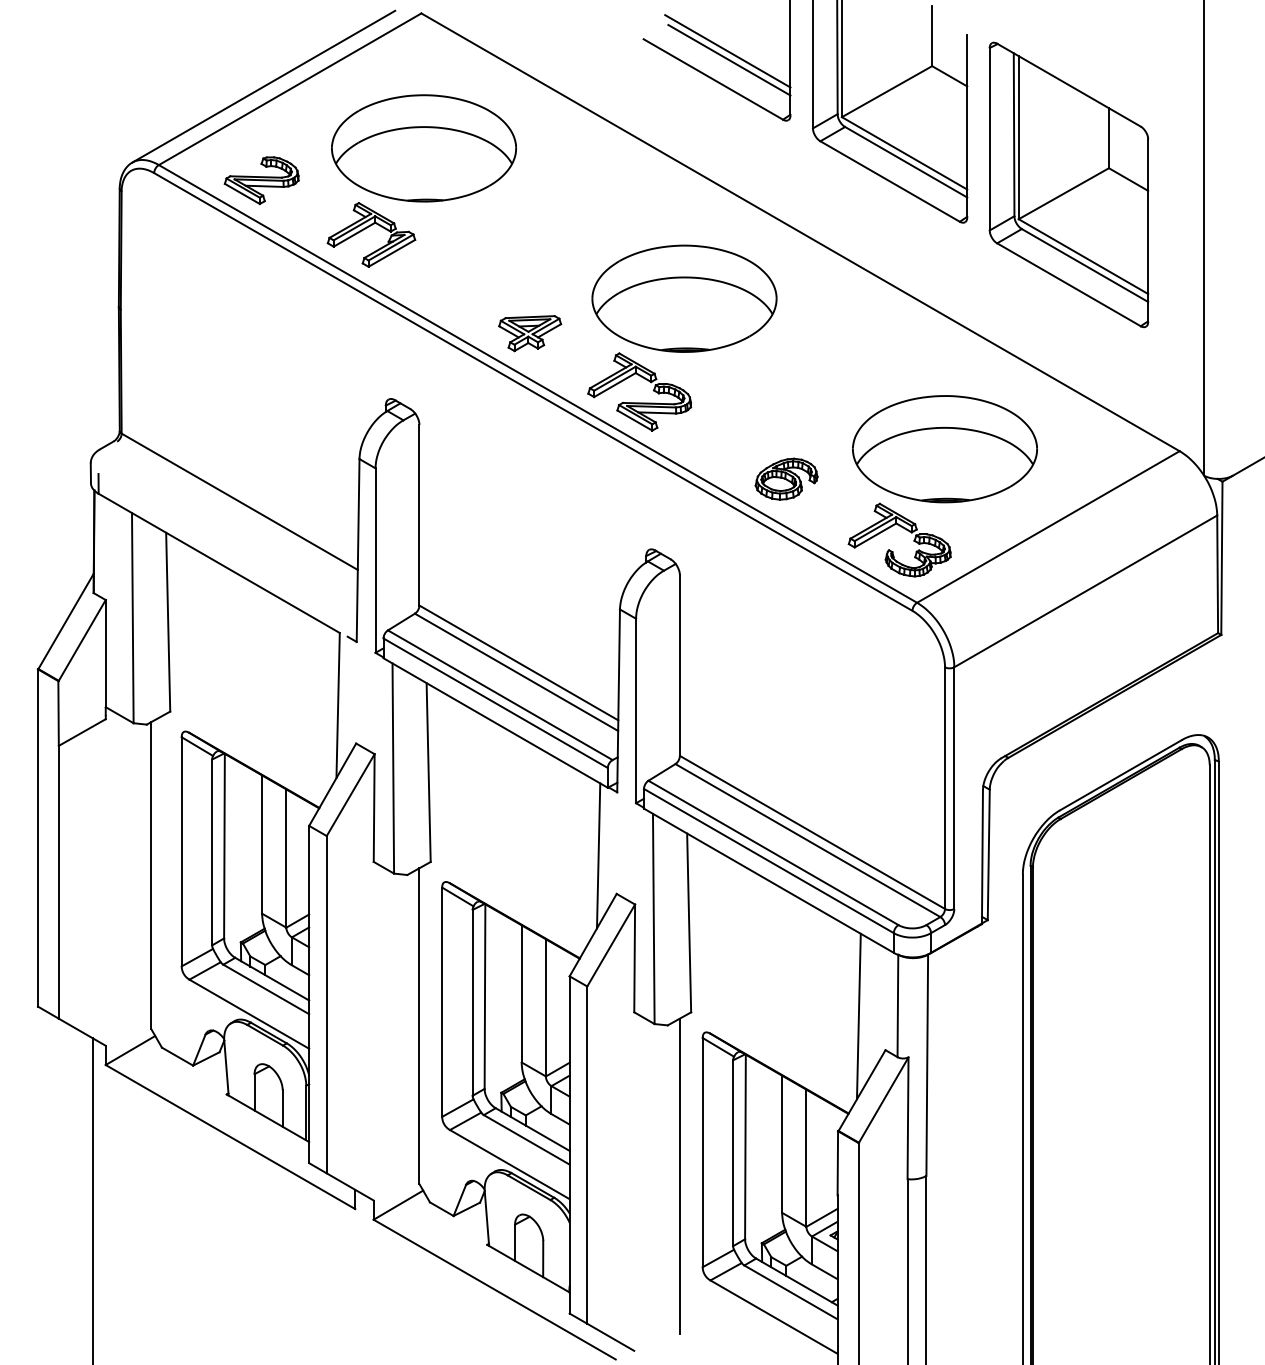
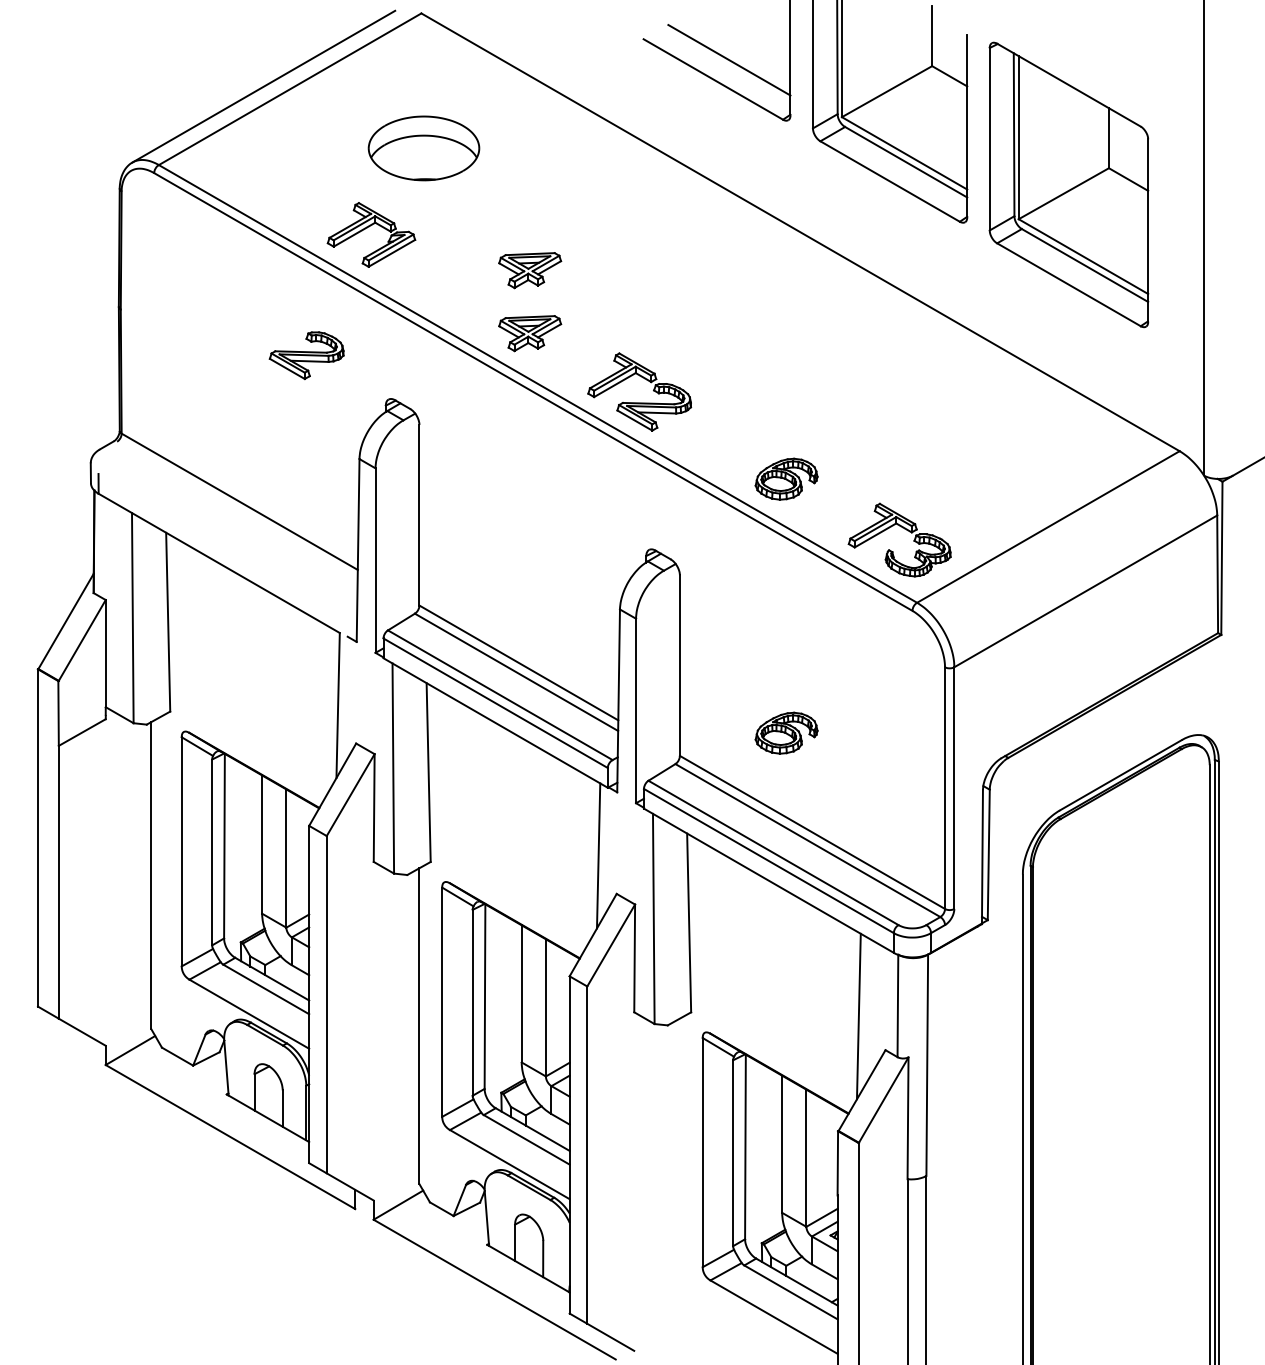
line at (727, 51): present -> none
part at (423, 148) size: 186x109 px -> 114x67 px
part at (261, 180) position: (261, 180) -> (306, 355)
part at (530, 270): none -> present
part at (684, 298): present -> none
part at (944, 449): present -> none
part at (786, 732): none -> present
line at (679, 1176): present -> none
line at (92, 1199): present -> none
